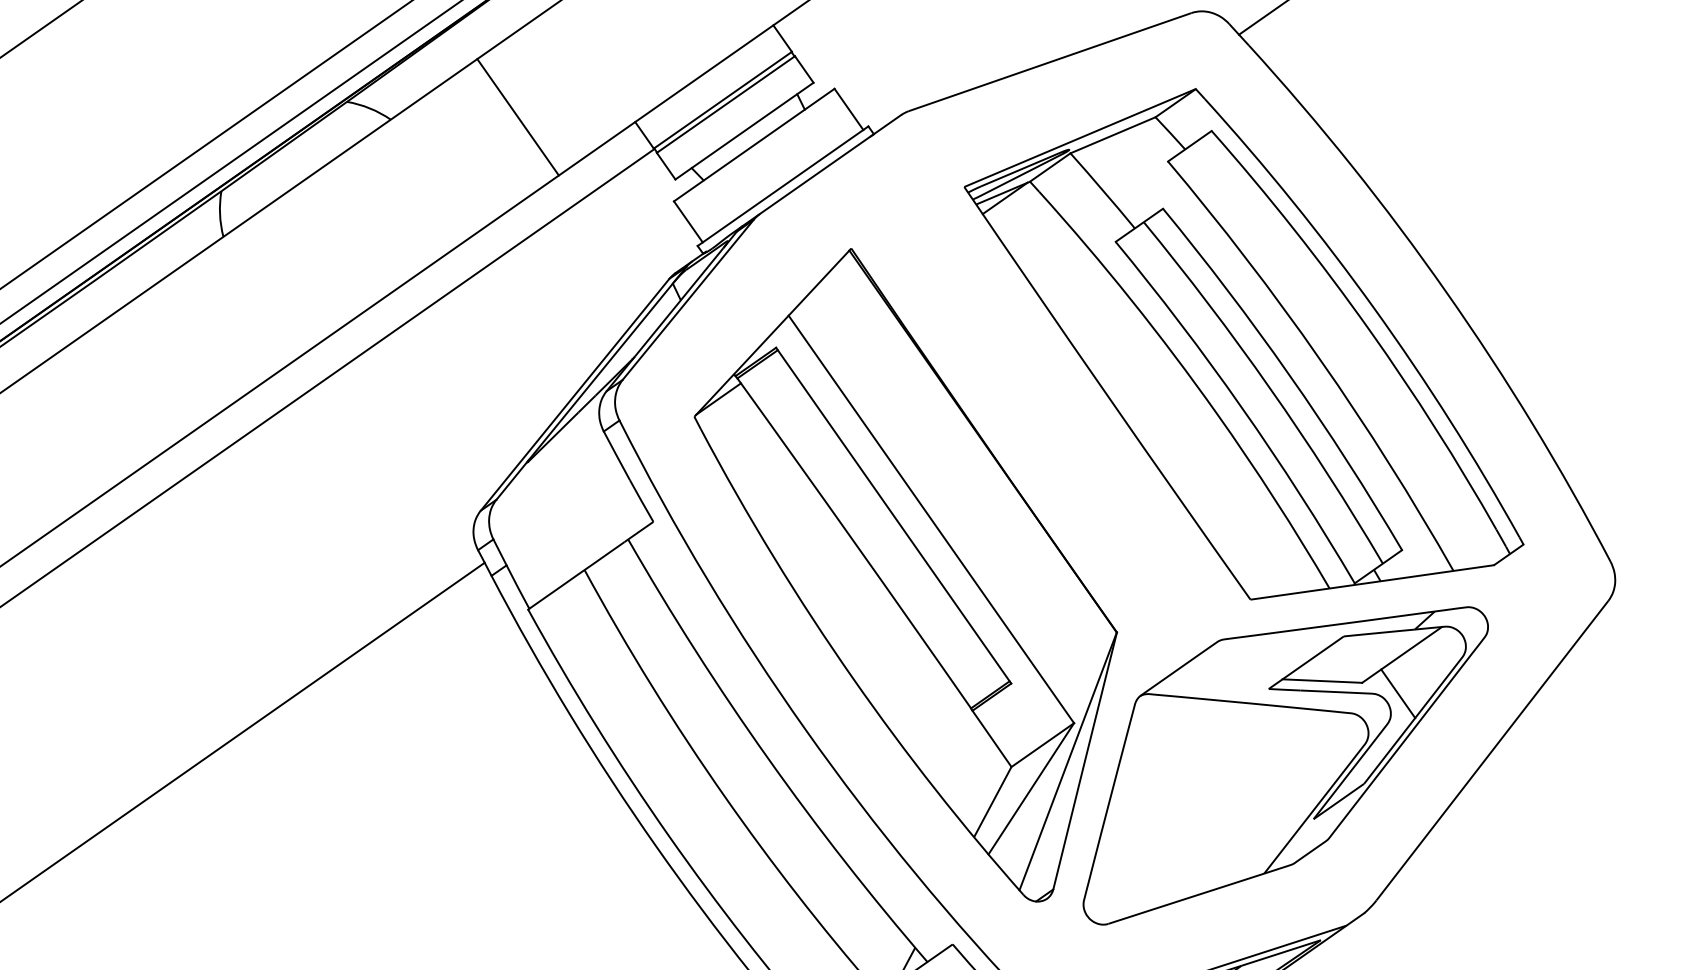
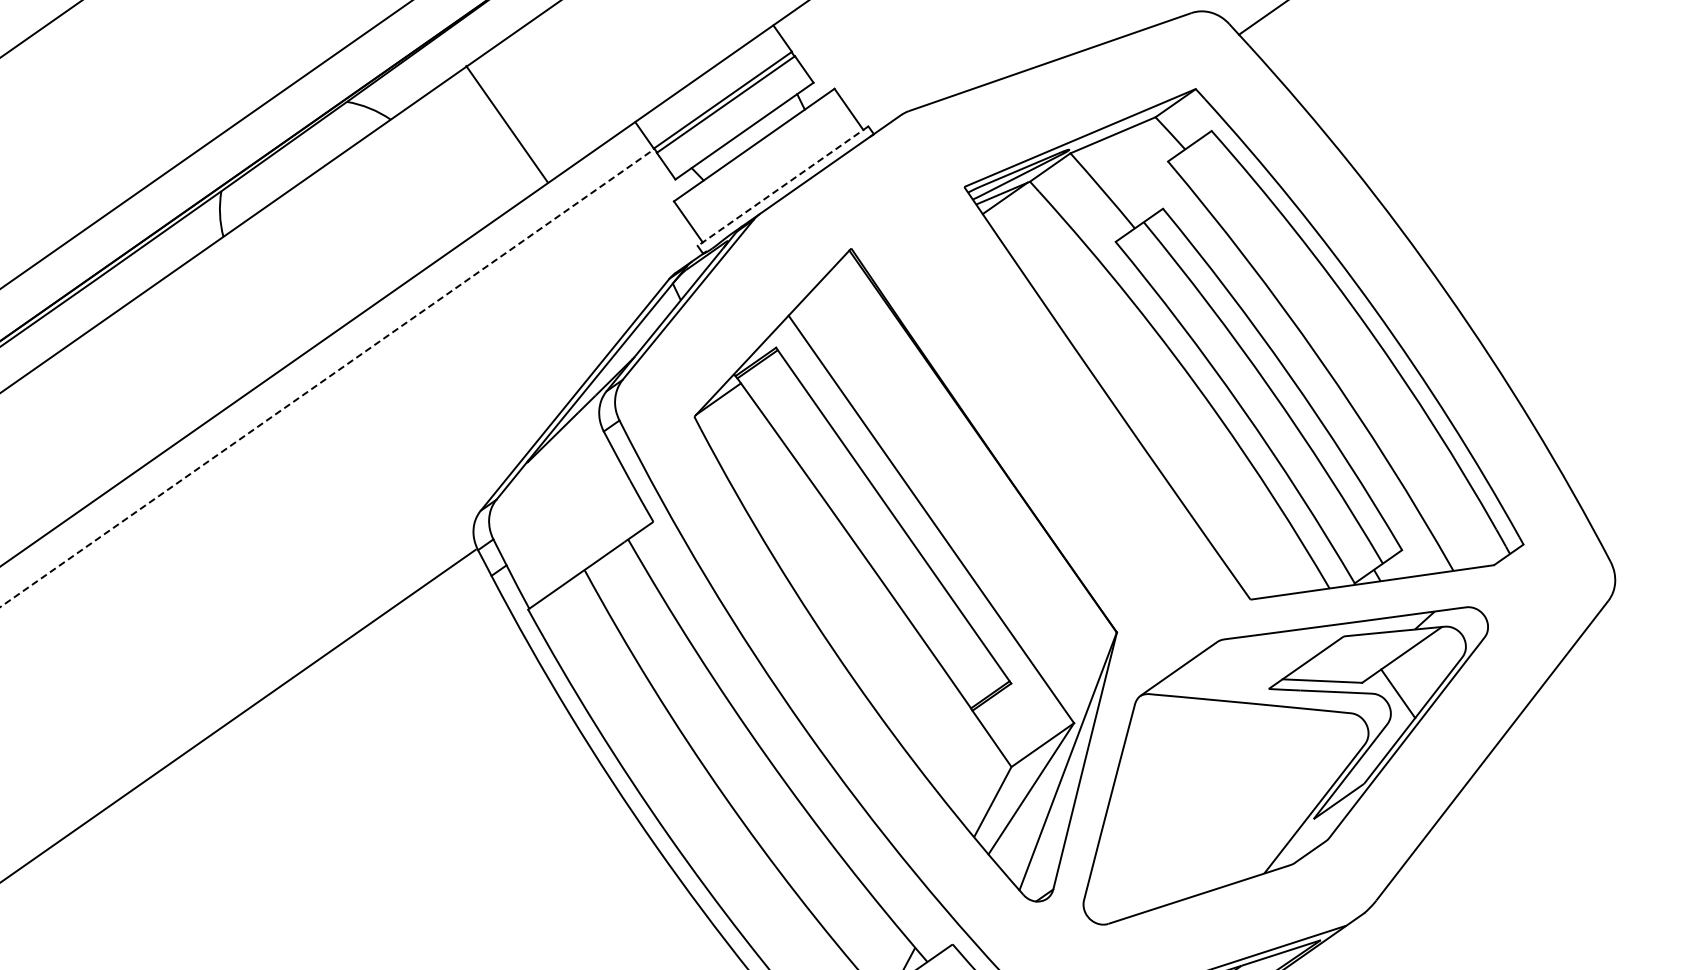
line at (517, 117) position: (517, 117) -> (506, 124)
line at (230, 162): present -> none
line at (782, 186): solid -> dashed
line at (327, 377): solid -> dashed
line at (243, 731) position: (243, 731) -> (238, 715)
